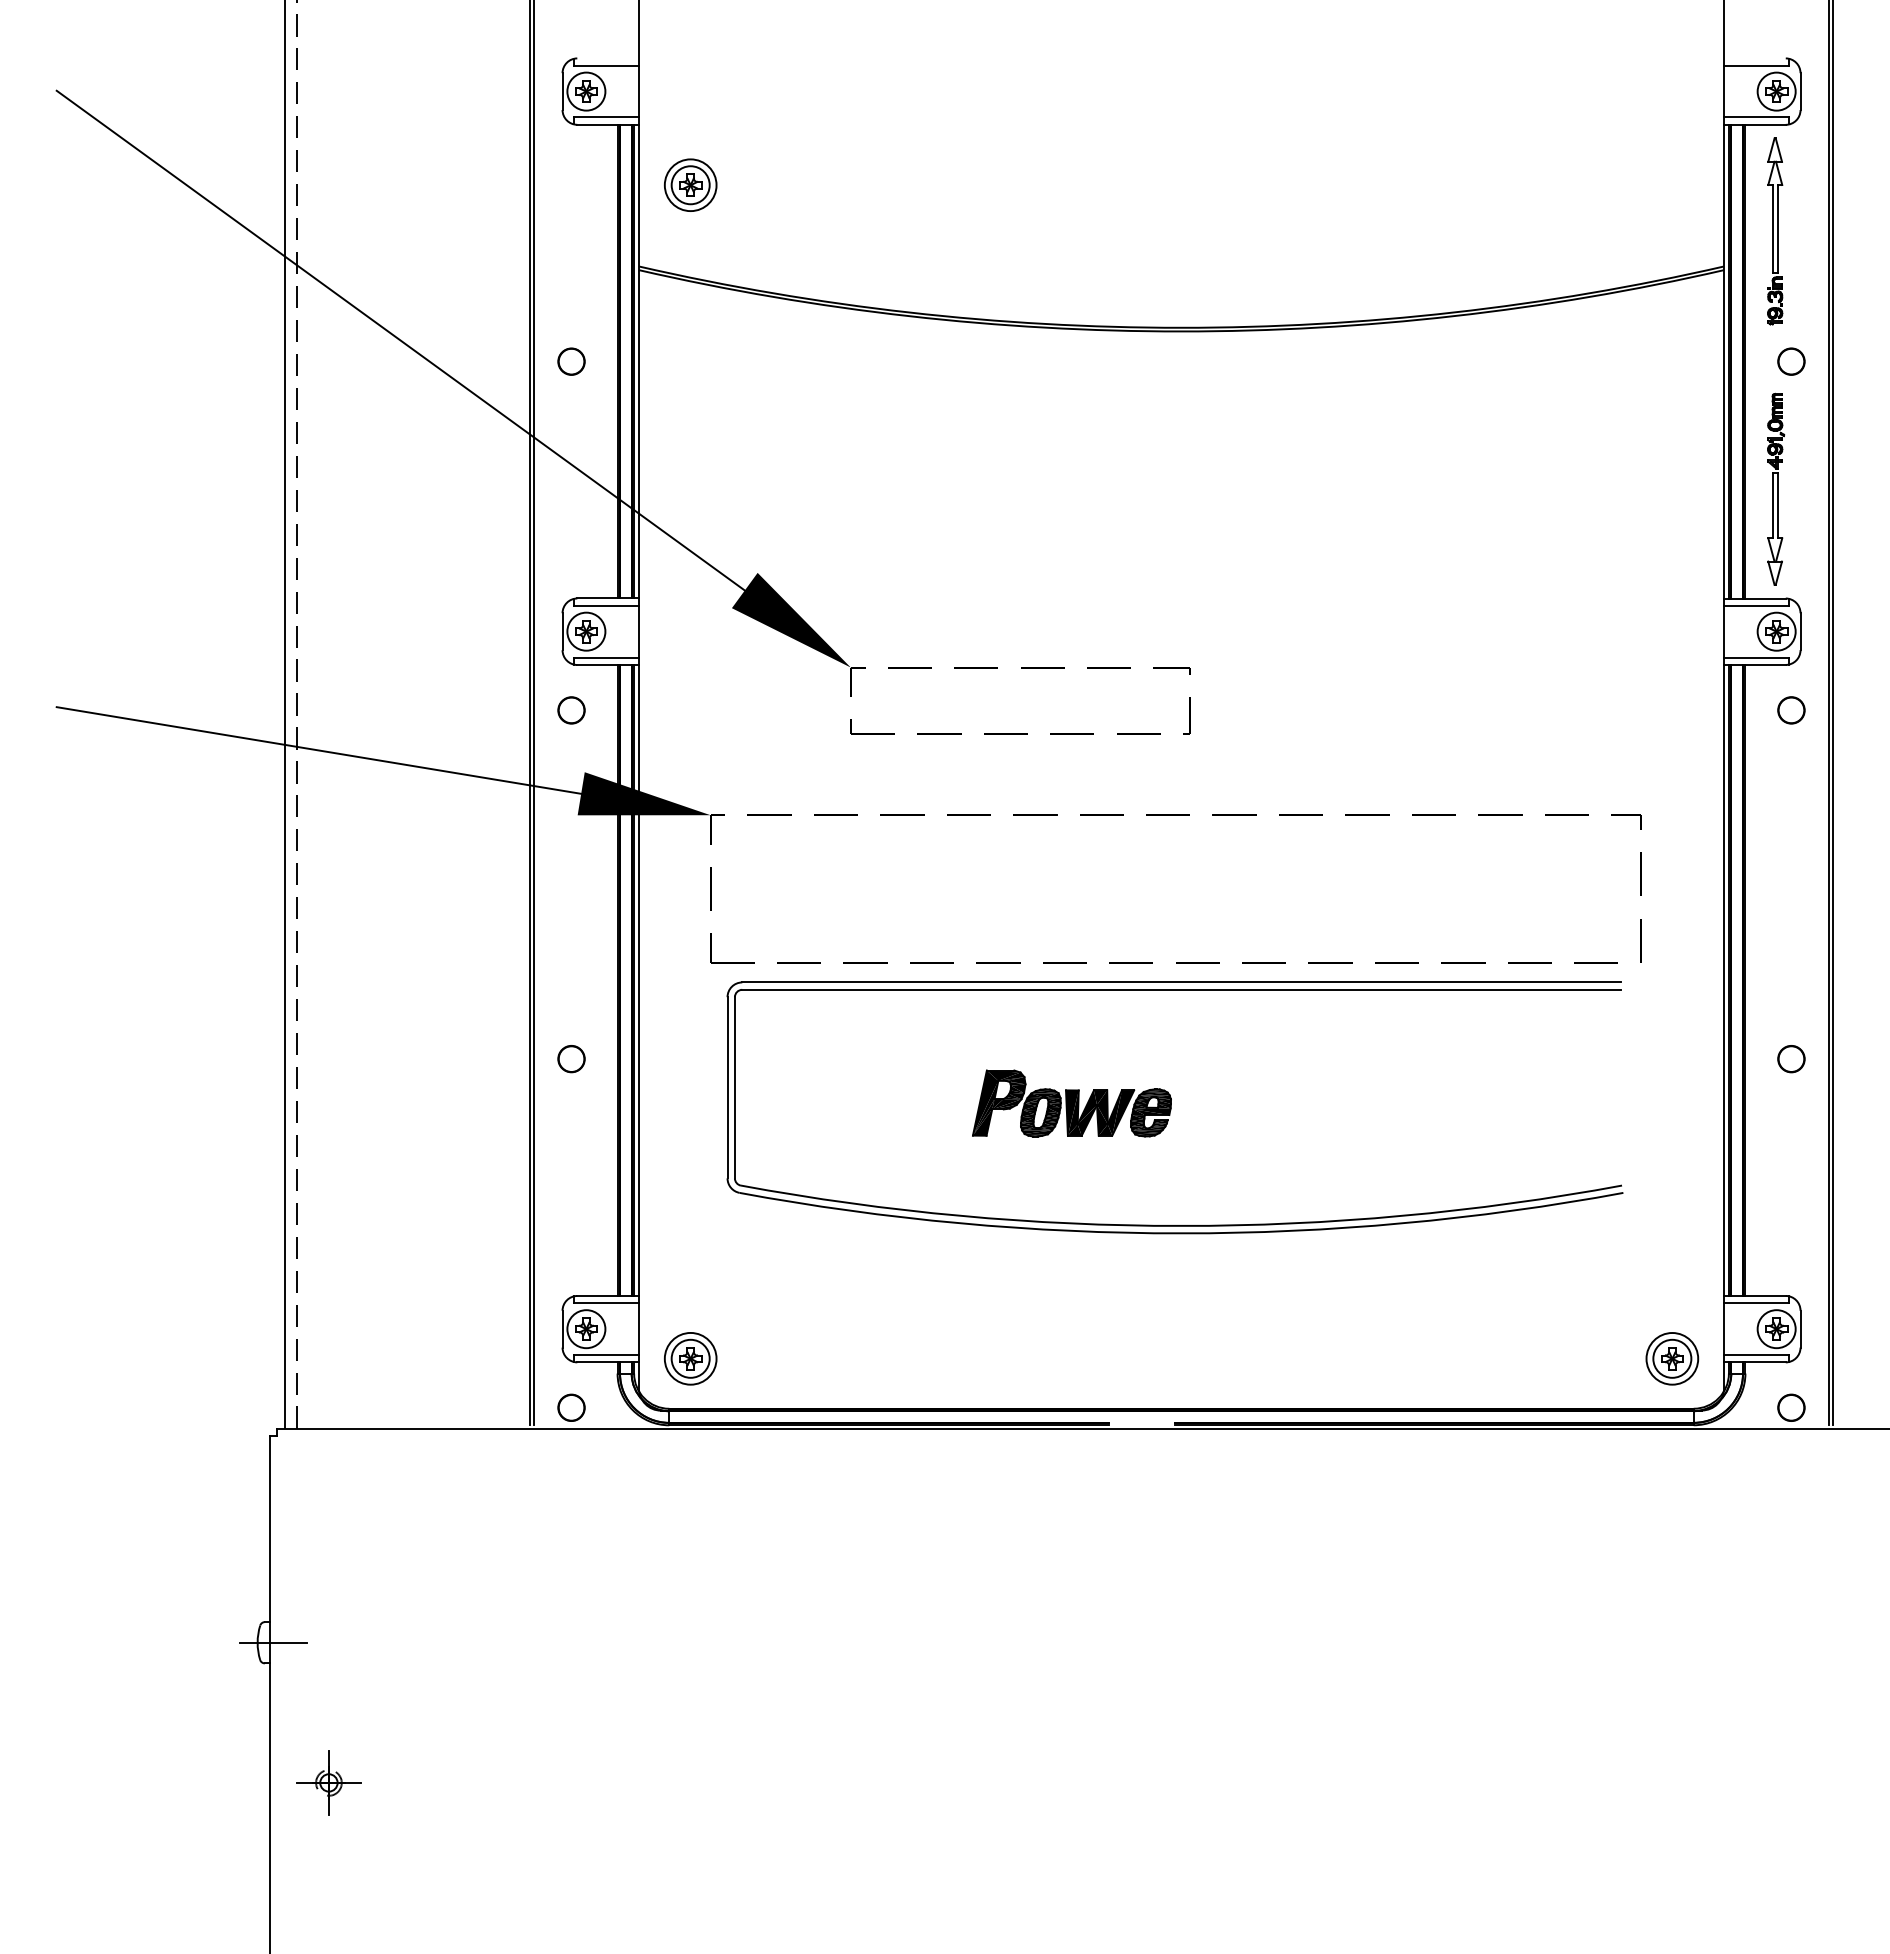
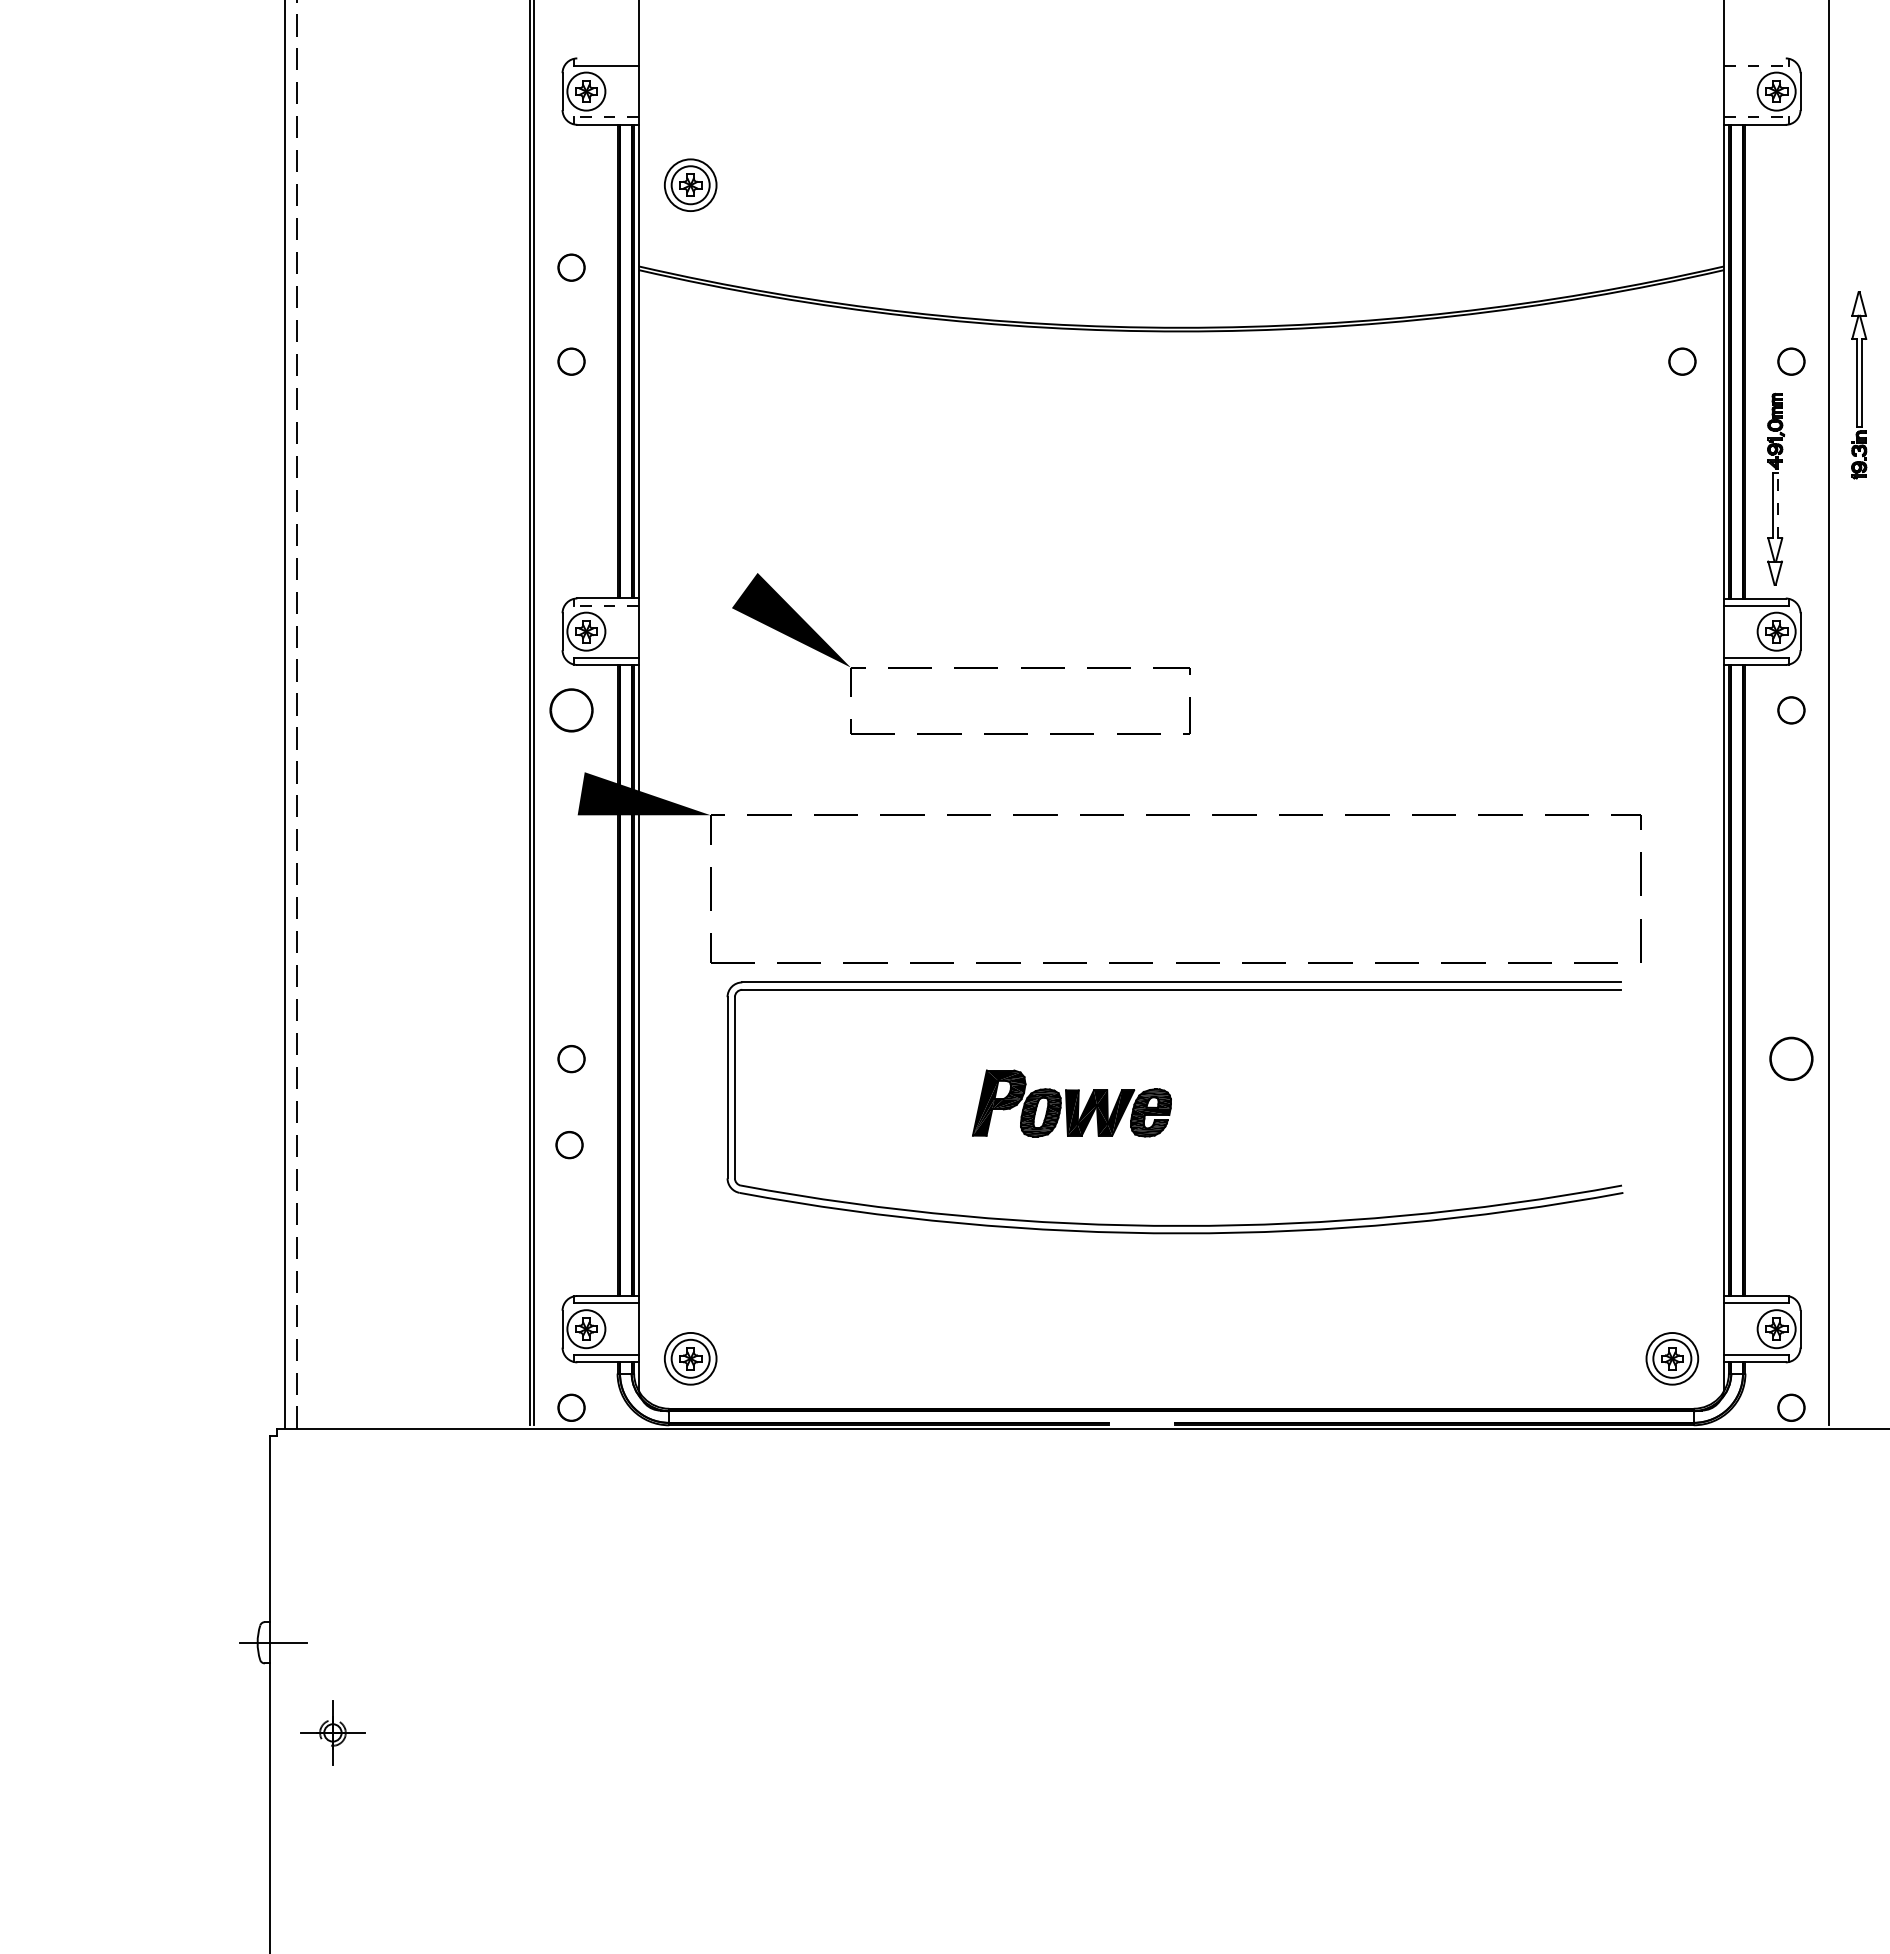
line at (1756, 65): solid -> dashed
line at (606, 117): solid -> dashed
line at (1756, 117): solid -> dashed
part at (1775, 231) position: (1775, 231) -> (1859, 385)
circle at (571, 267): none -> present
line at (400, 340): present -> none
circle at (1682, 361): none -> present
line at (1777, 505): solid -> dashed
line at (606, 605): solid -> dashed
circle at (571, 710) size: 29x29 px -> 45x45 px
line at (1833, 713): present -> none
line at (318, 750): present -> none
circle at (1791, 1059) size: 29x29 px -> 45x45 px
circle at (569, 1145): none -> present
part at (328, 1782) position: (328, 1782) -> (332, 1732)
